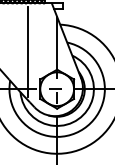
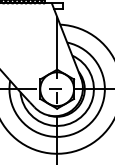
line at (28, 51): present -> none
